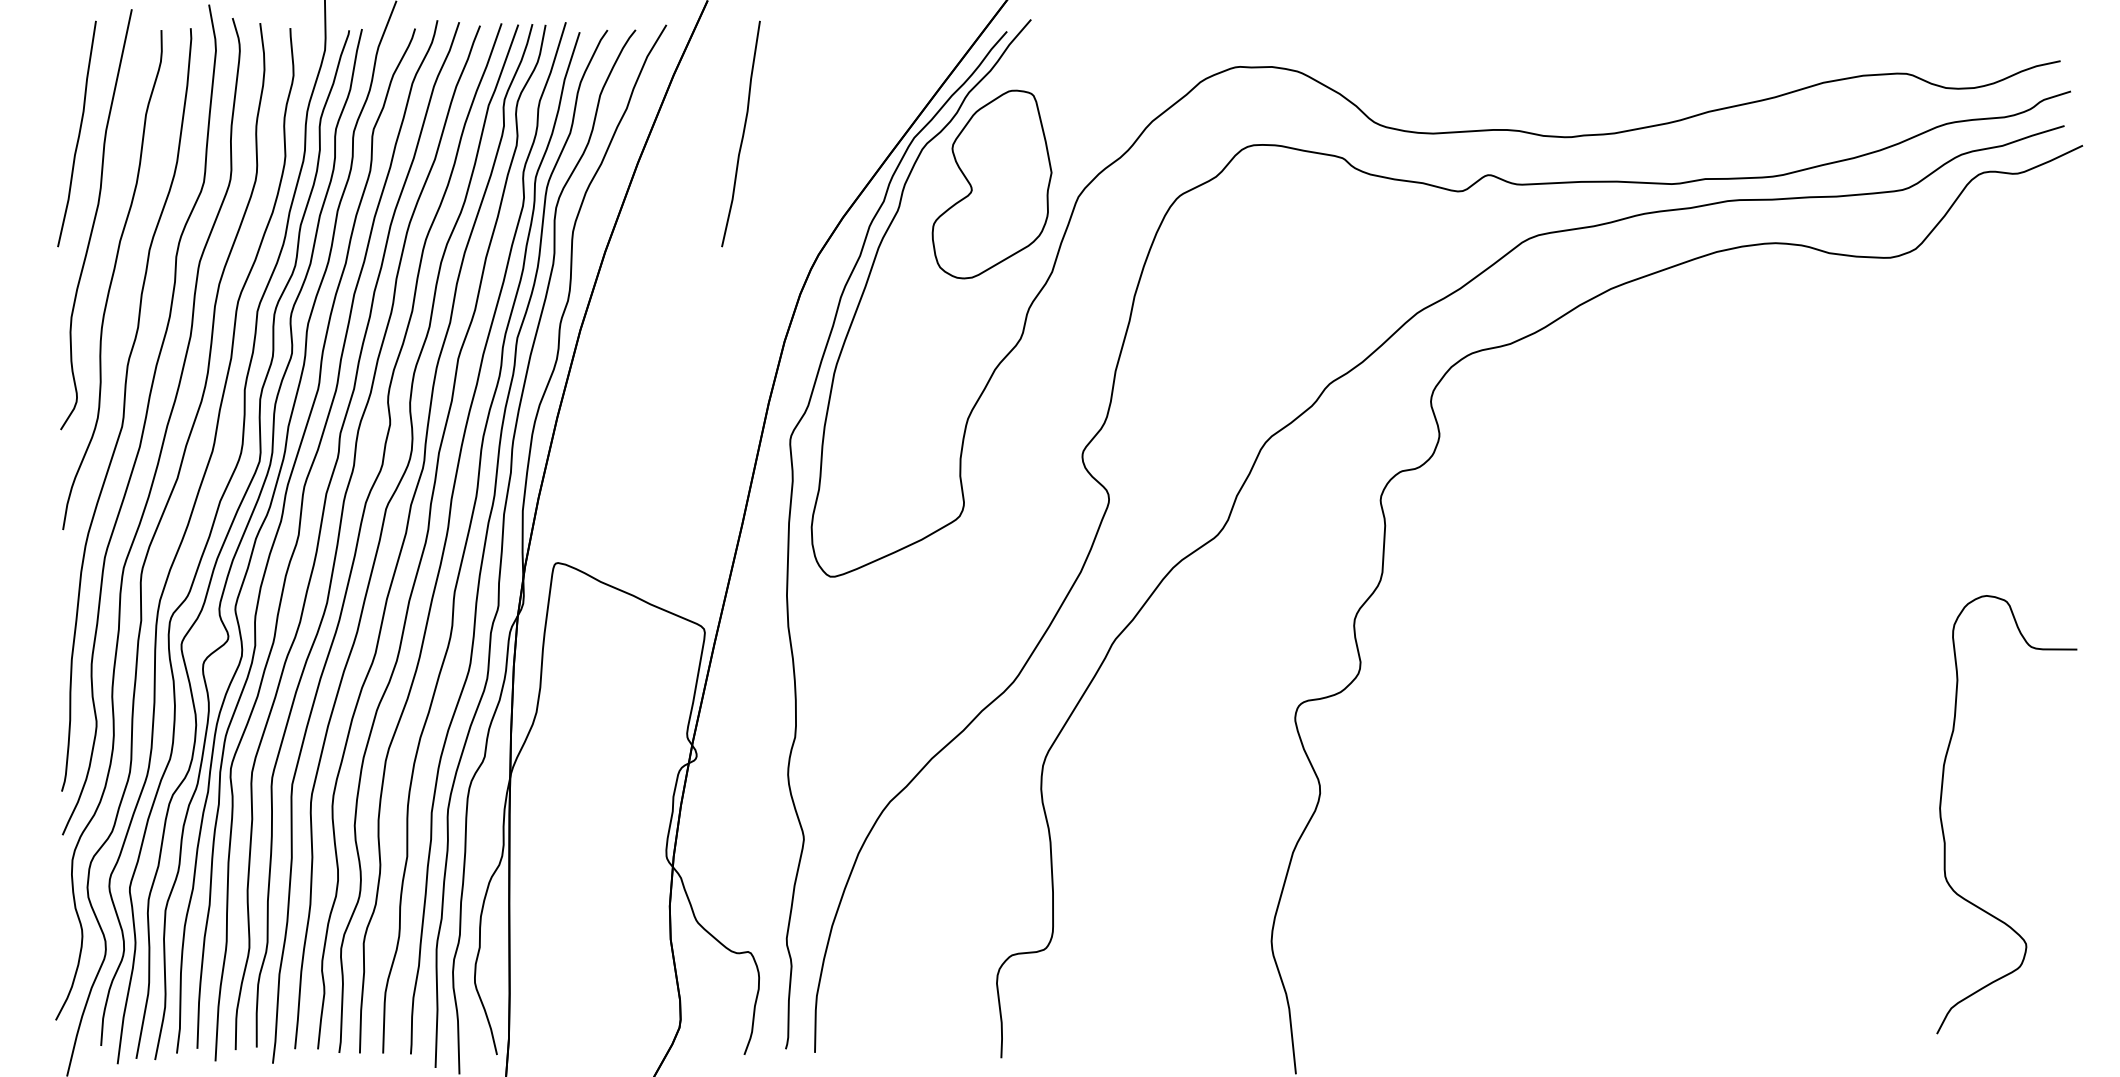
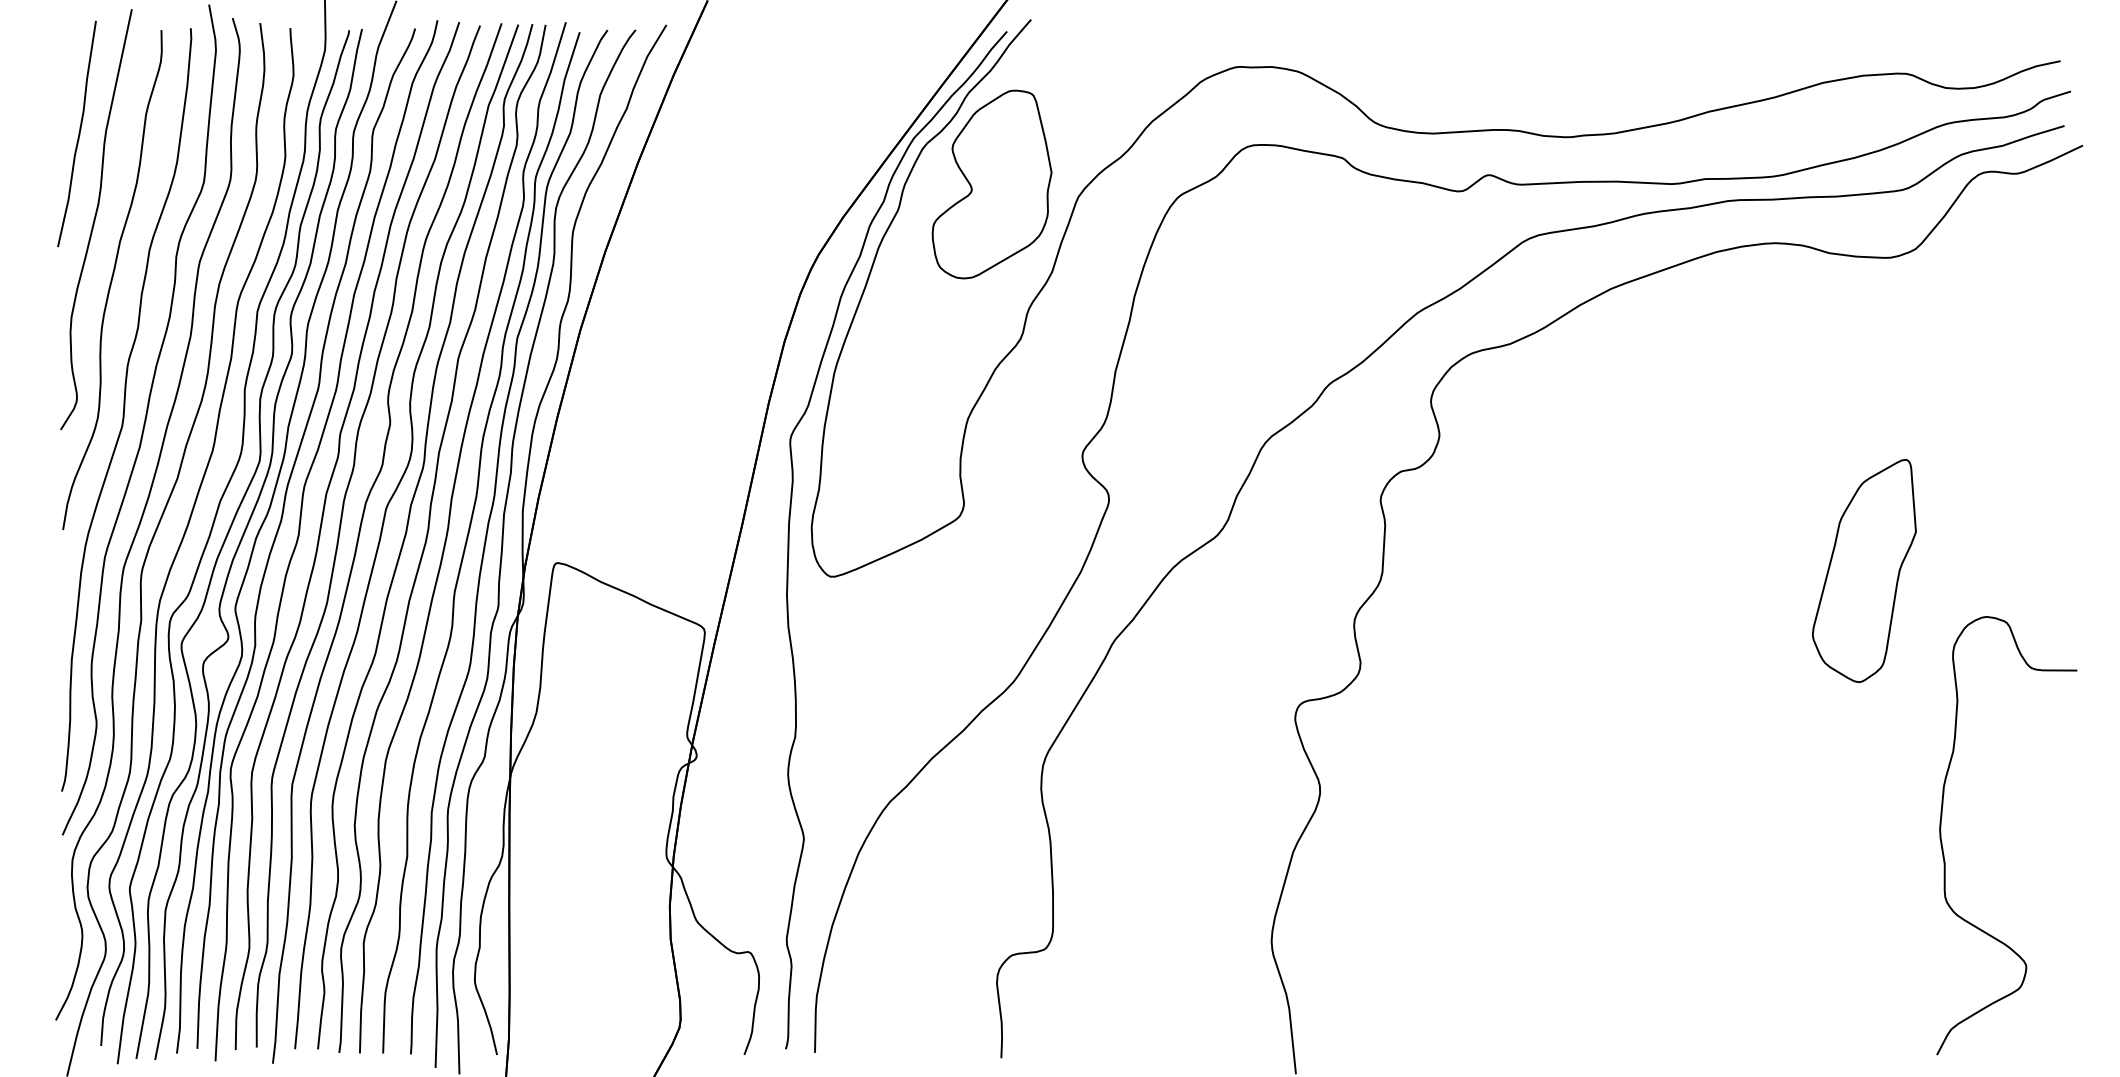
curve at (742, 133): present -> none
part at (1864, 570): none -> present
curve at (1942, 820) position: (1942, 820) -> (1942, 841)
